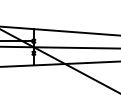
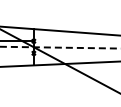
line at (60, 47): solid -> dashed
